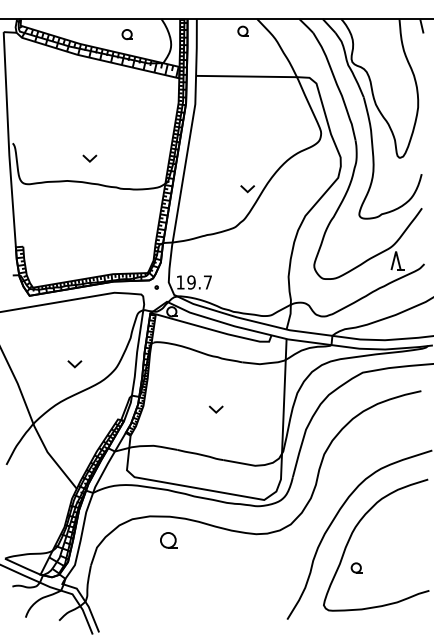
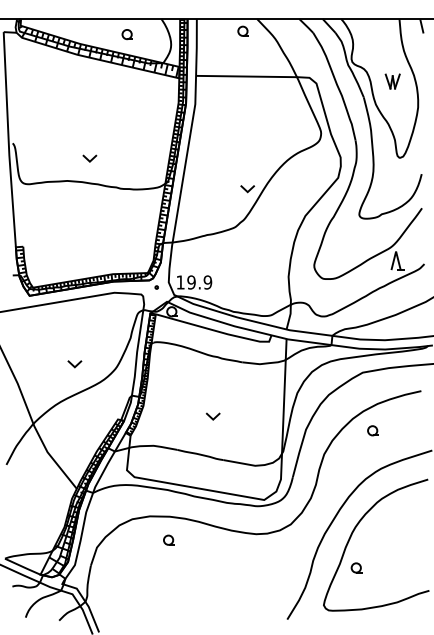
part at (392, 81): none -> present
text at (207, 282): 19.7 -> 19.9
part at (215, 409) position: (215, 409) -> (212, 416)
part at (372, 430): none -> present
part at (168, 540) size: 18x17 px -> 12x12 px
